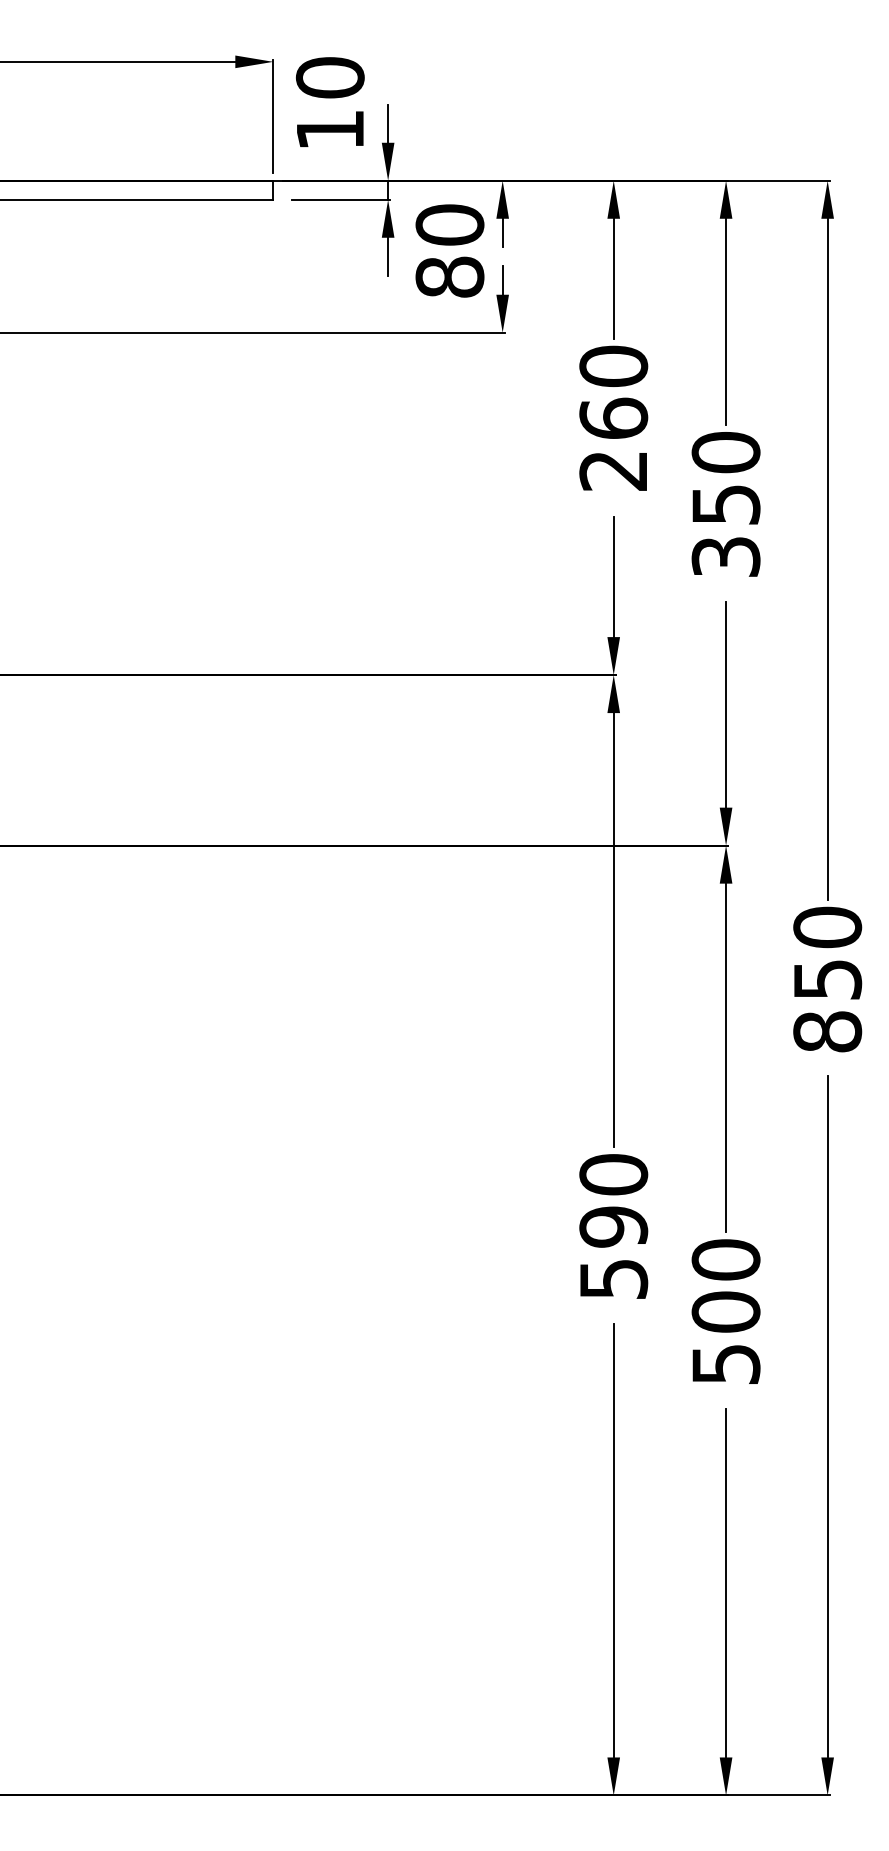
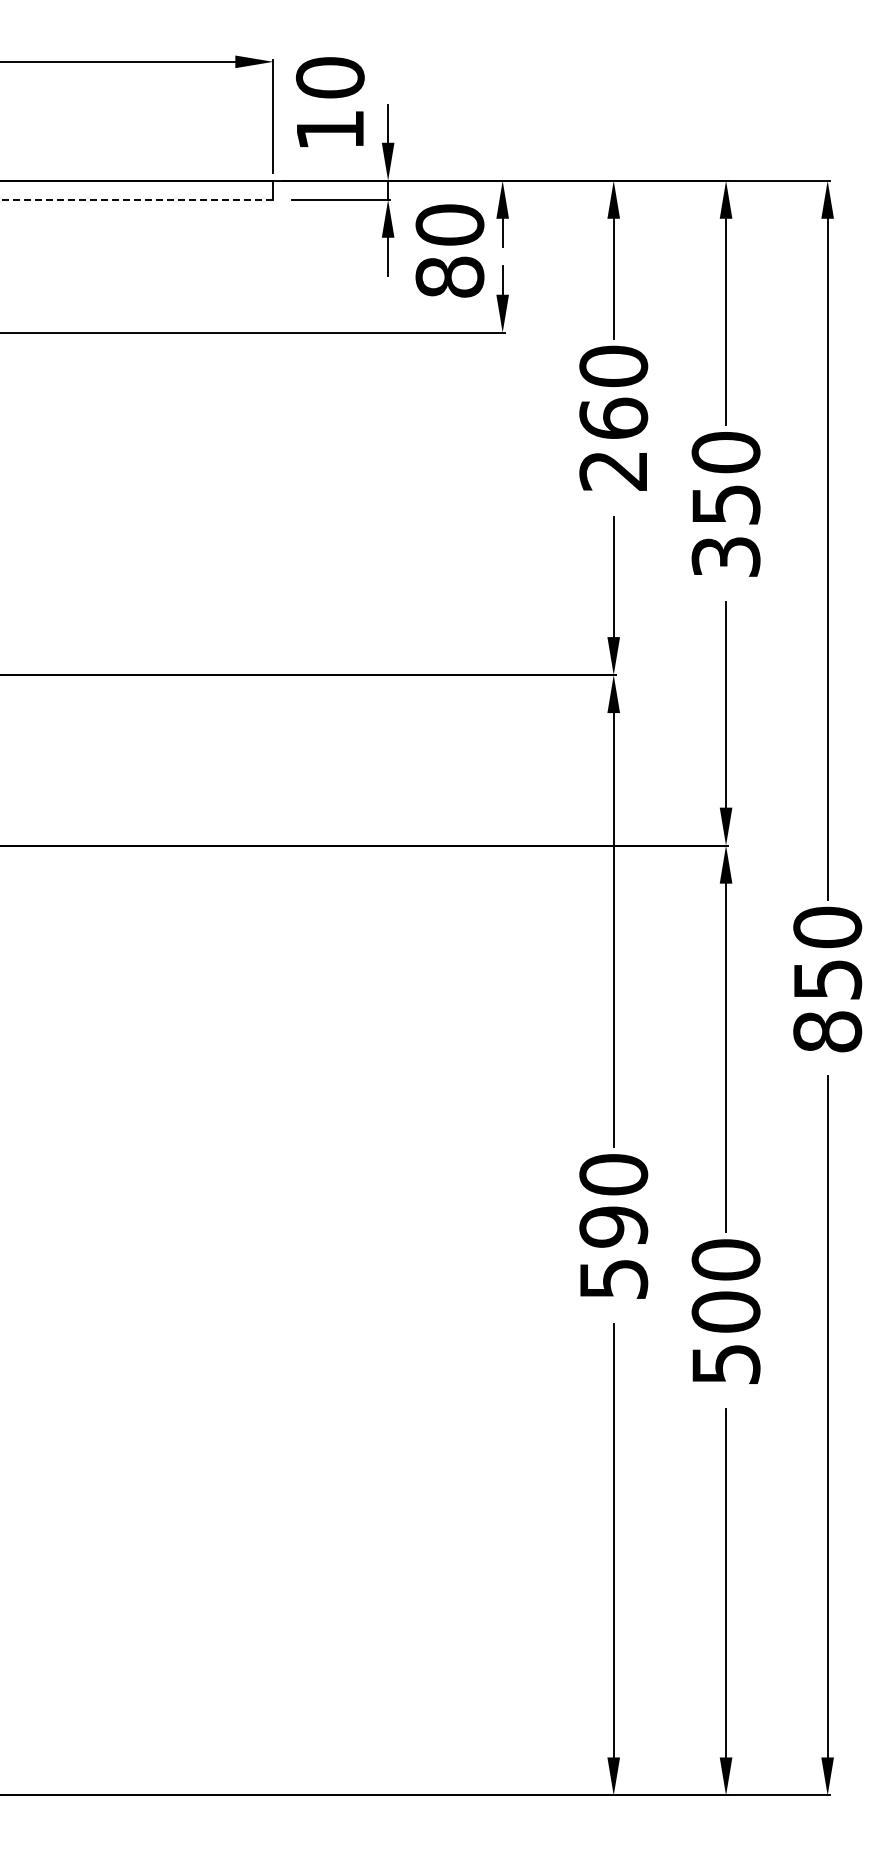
line at (136, 199): solid -> dashed
